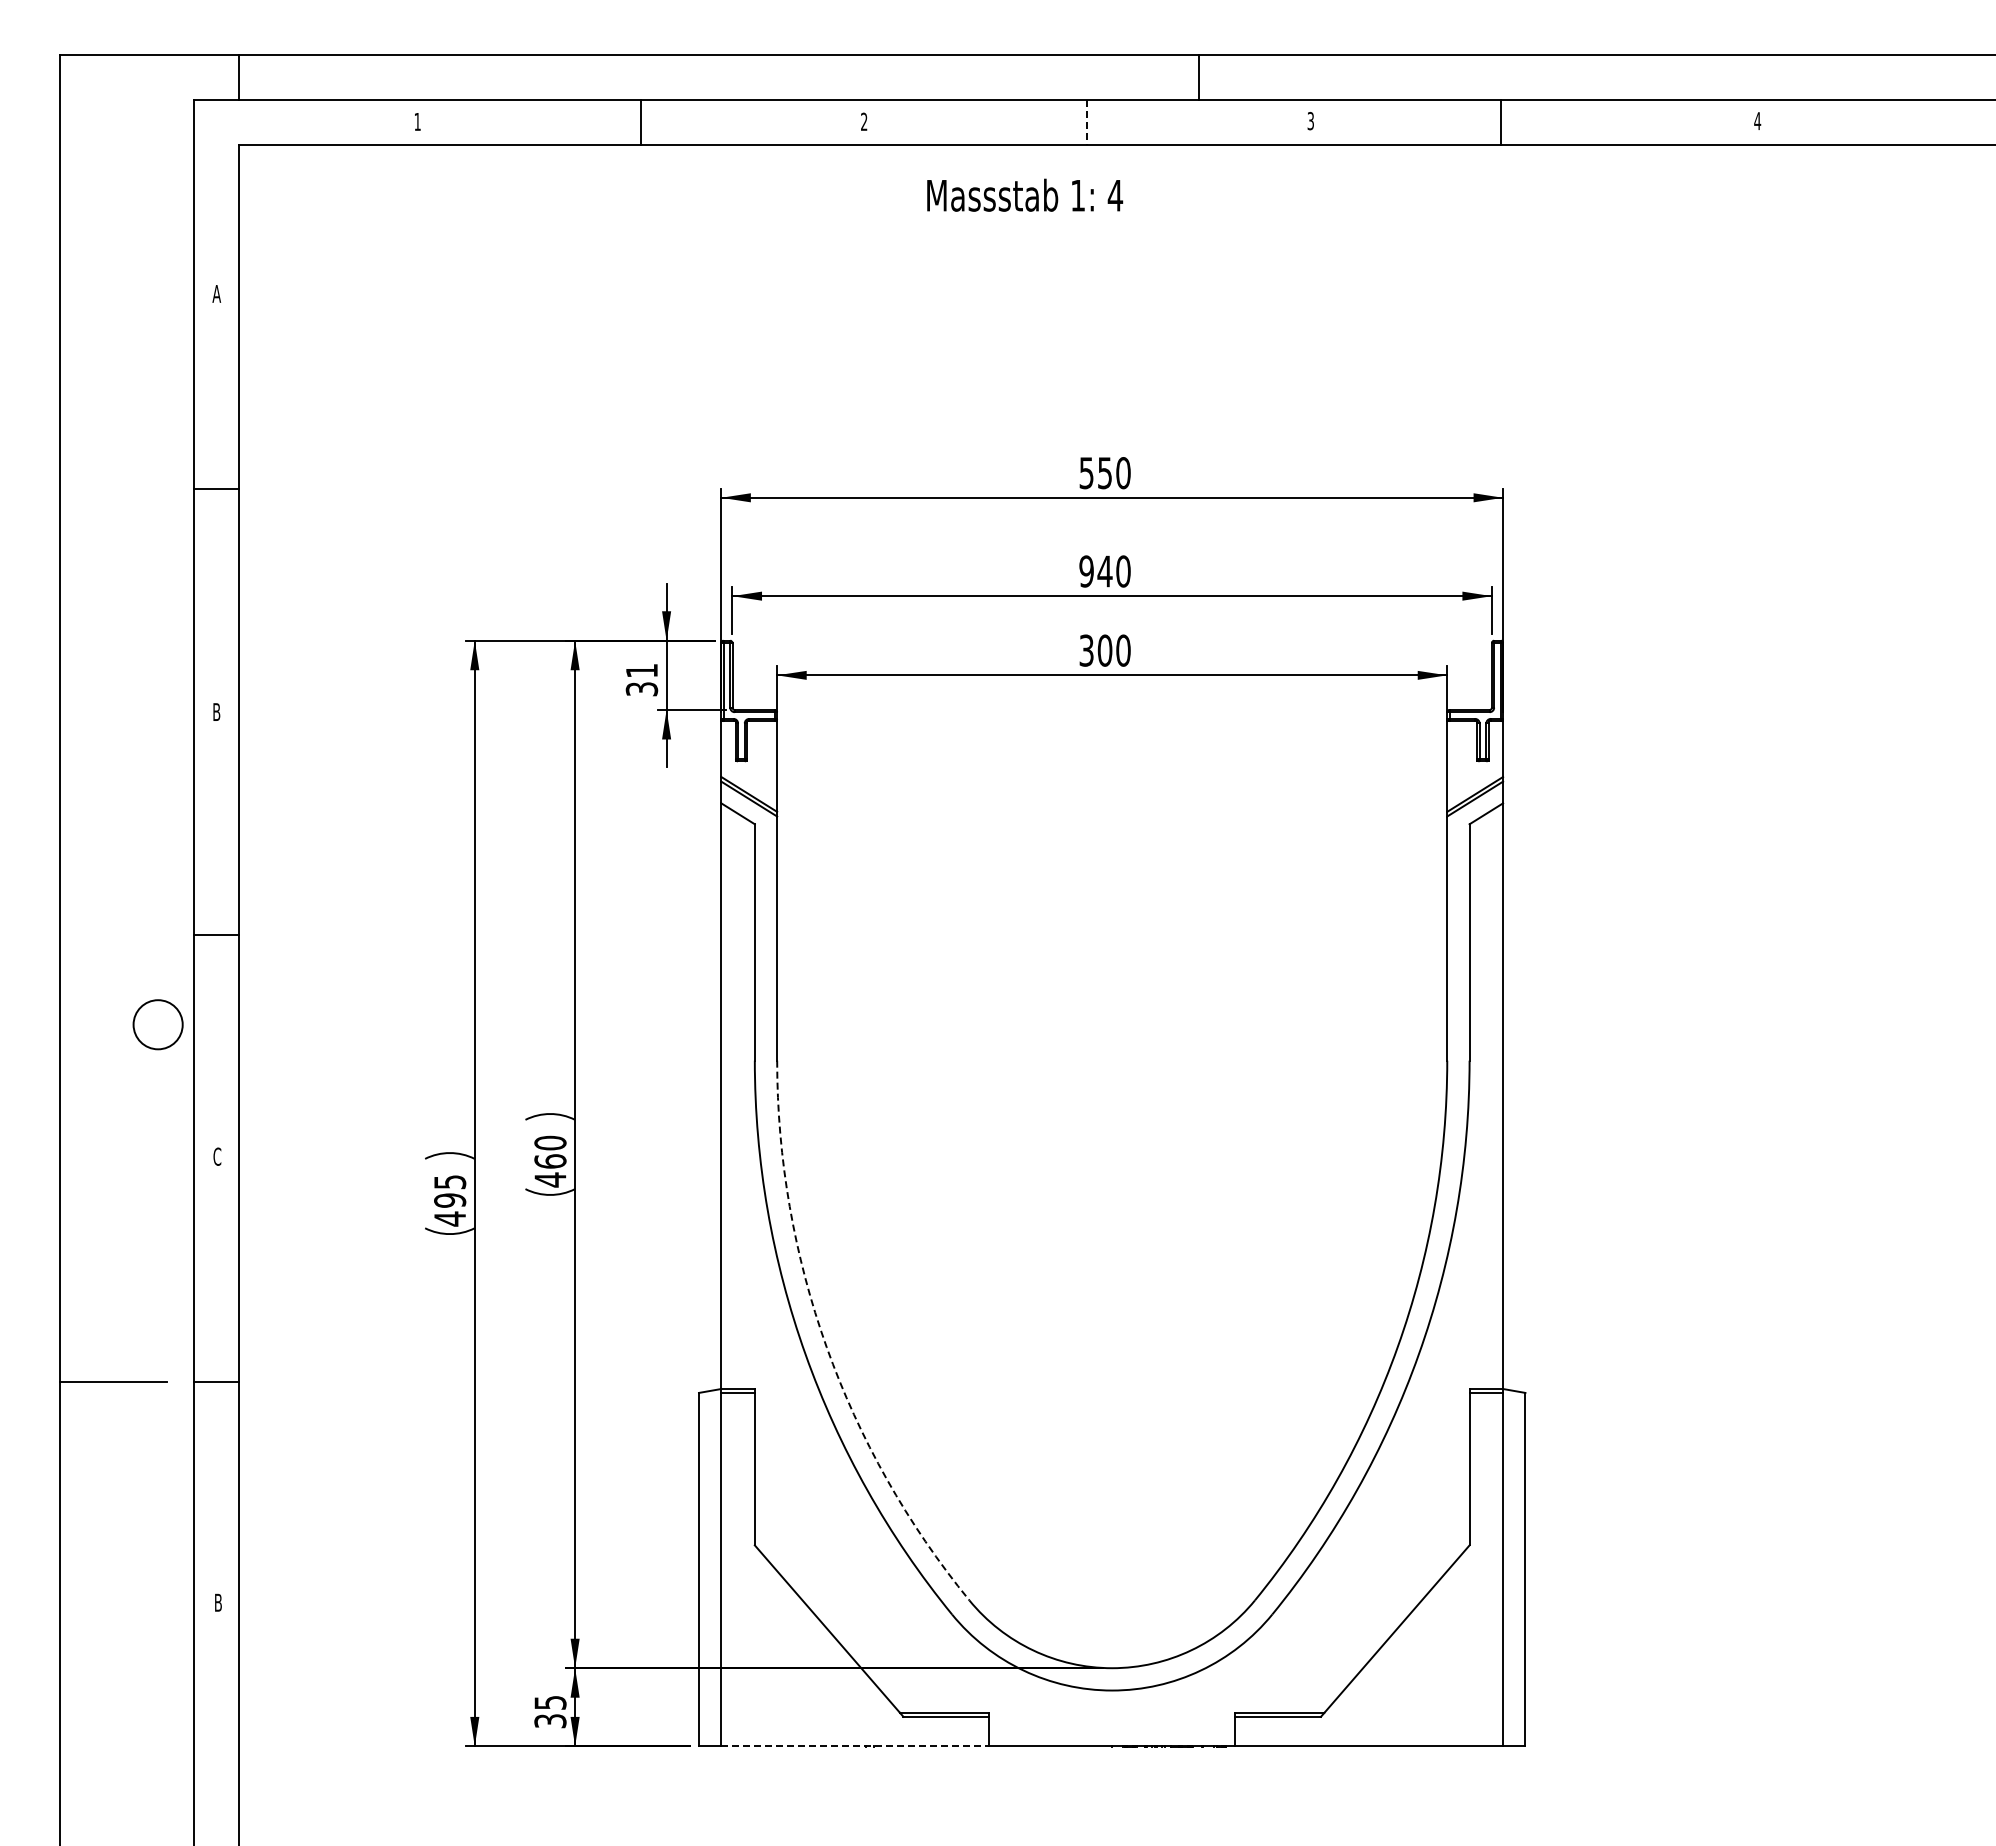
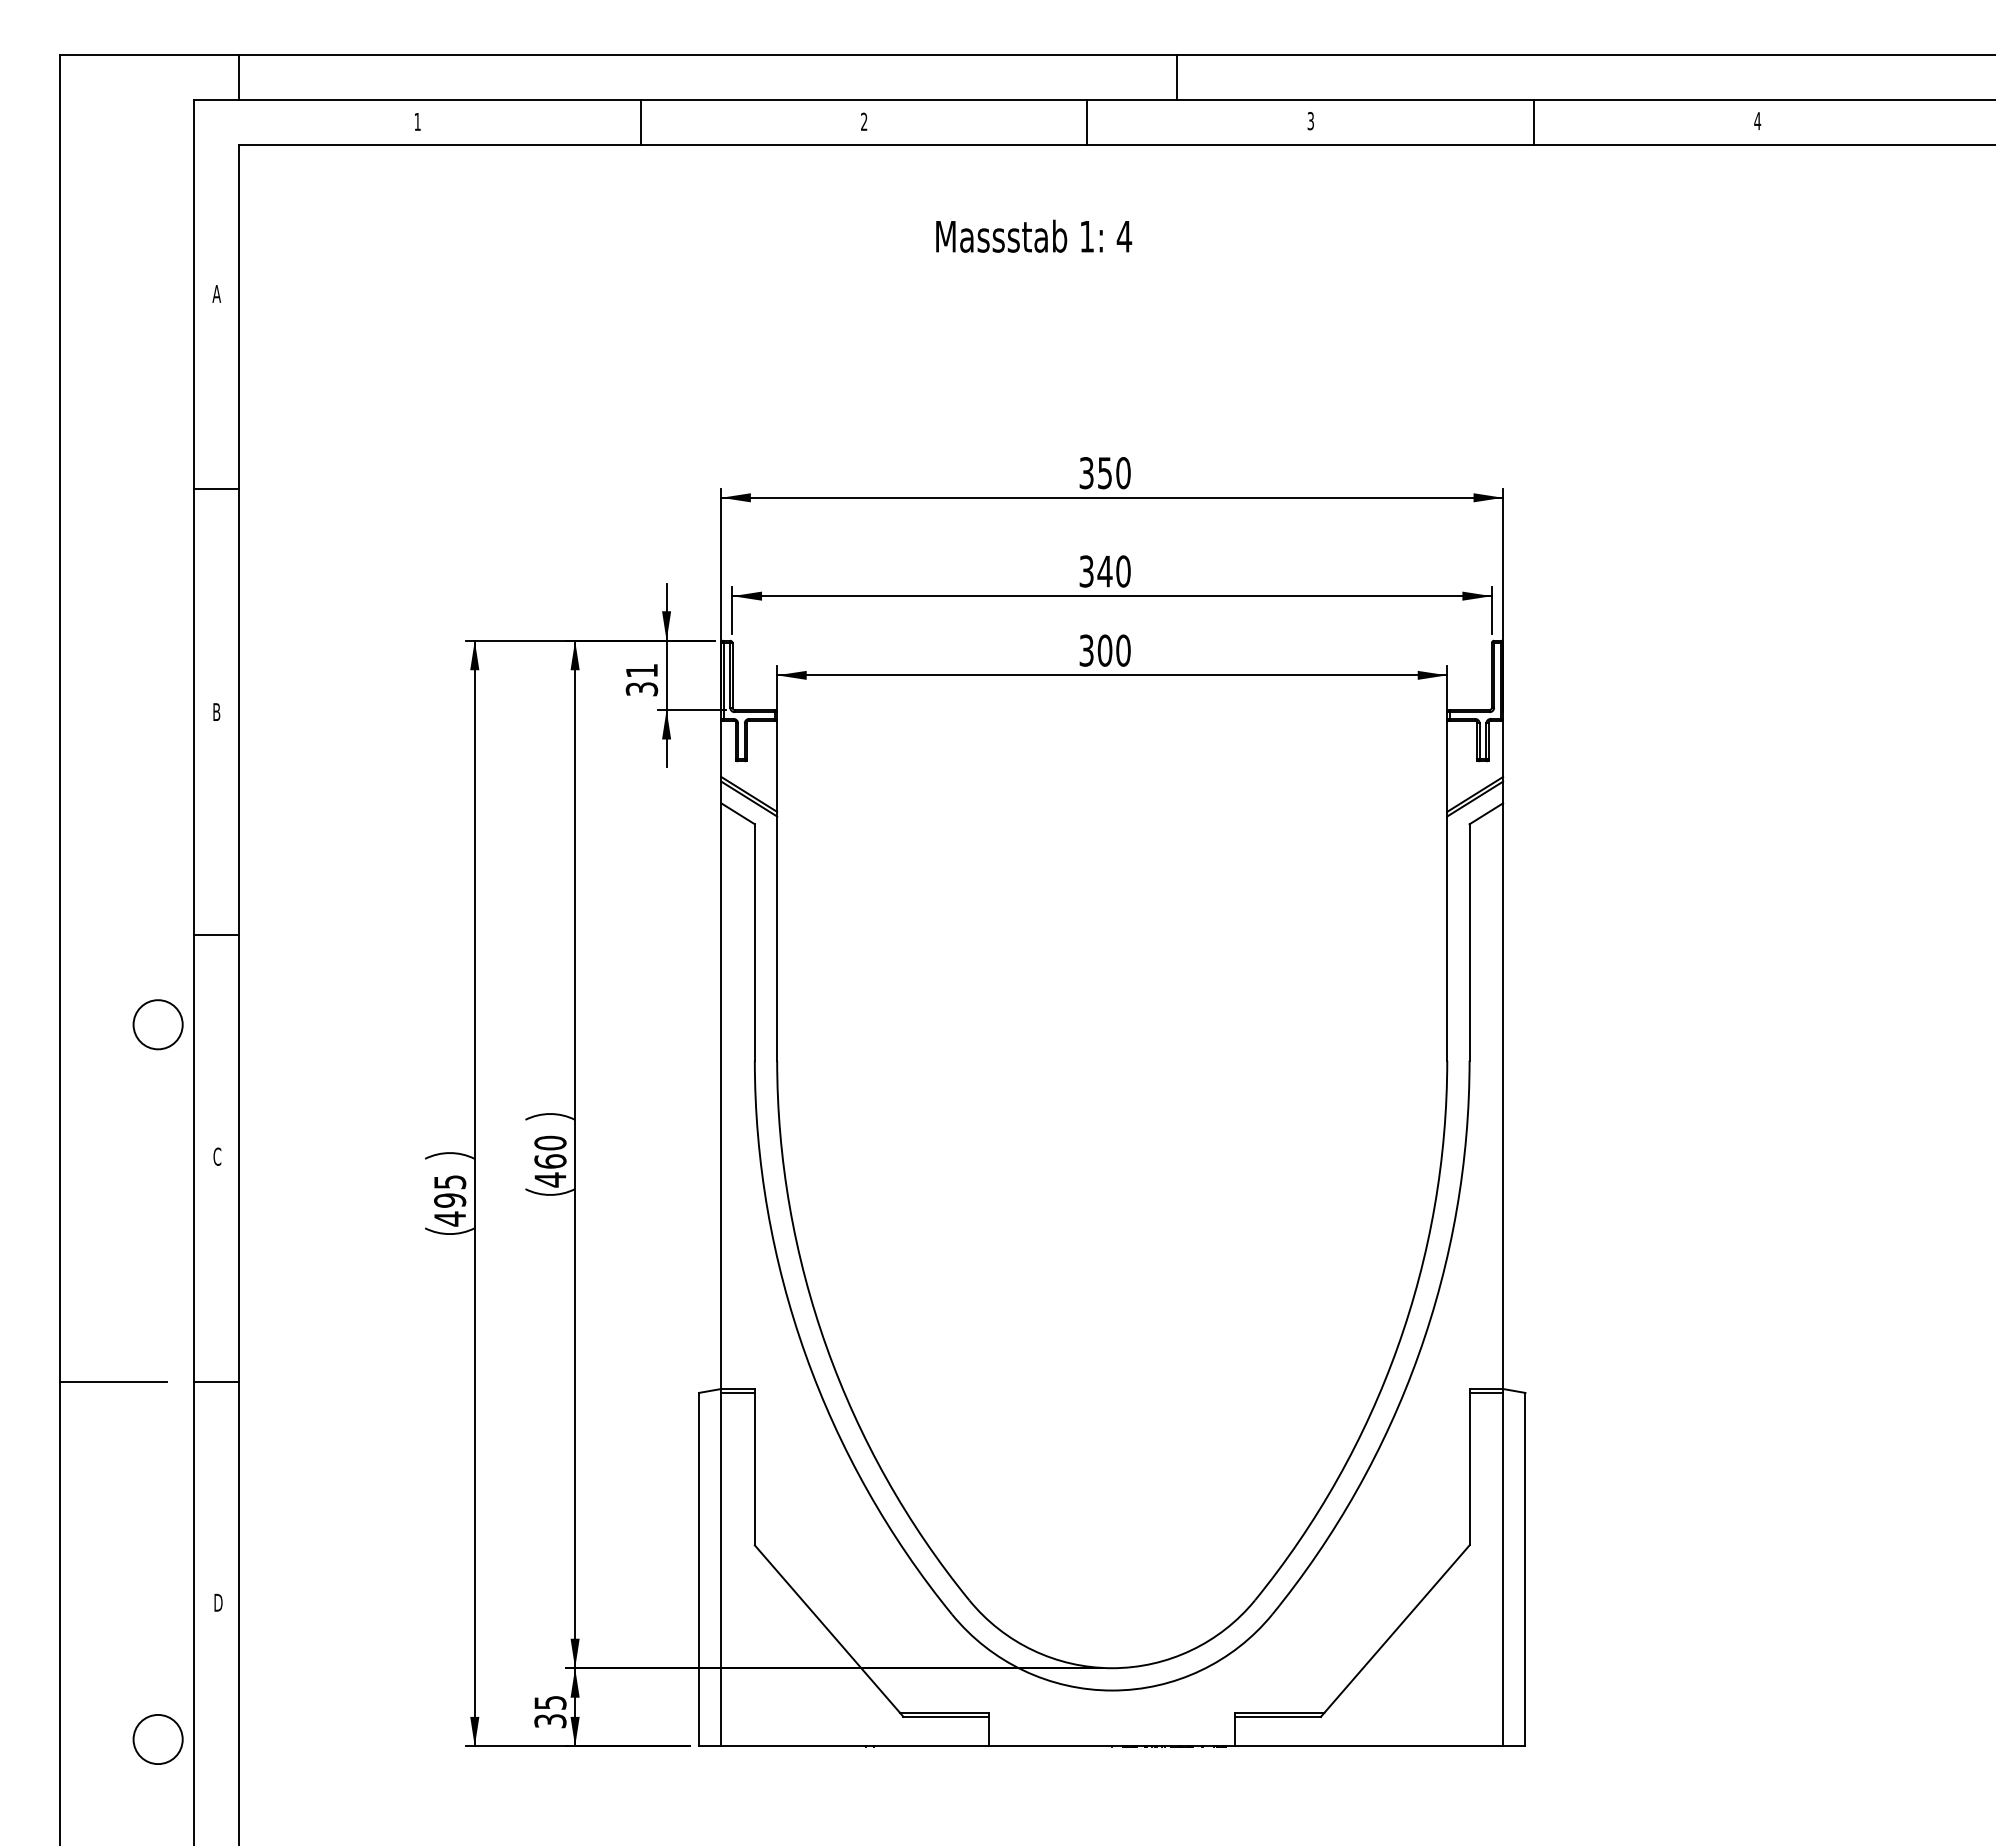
line at (1198, 77) position: (1198, 77) -> (1176, 77)
line at (1087, 122): dashed -> solid
line at (1501, 122) position: (1501, 122) -> (1534, 122)
text at (1025, 194) position: (1025, 194) -> (1034, 235)
text at (1086, 472): 550 -> 350
text at (1086, 571): 940 -> 340
arc at (826, 1347): dashed -> solid
text at (218, 1602): B -> D
circle at (157, 1739): none -> present
line at (855, 1746): dashed -> solid
